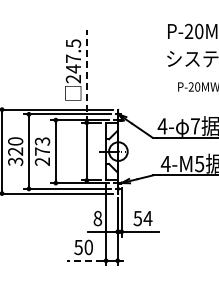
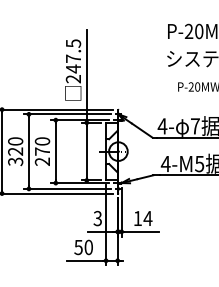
line at (86, 75): dashed -> solid
text at (42, 141): 273 -> 270
text at (97, 218): 8 -> 3
text at (137, 218): 54 -> 14
line at (84, 260): dashed -> solid
